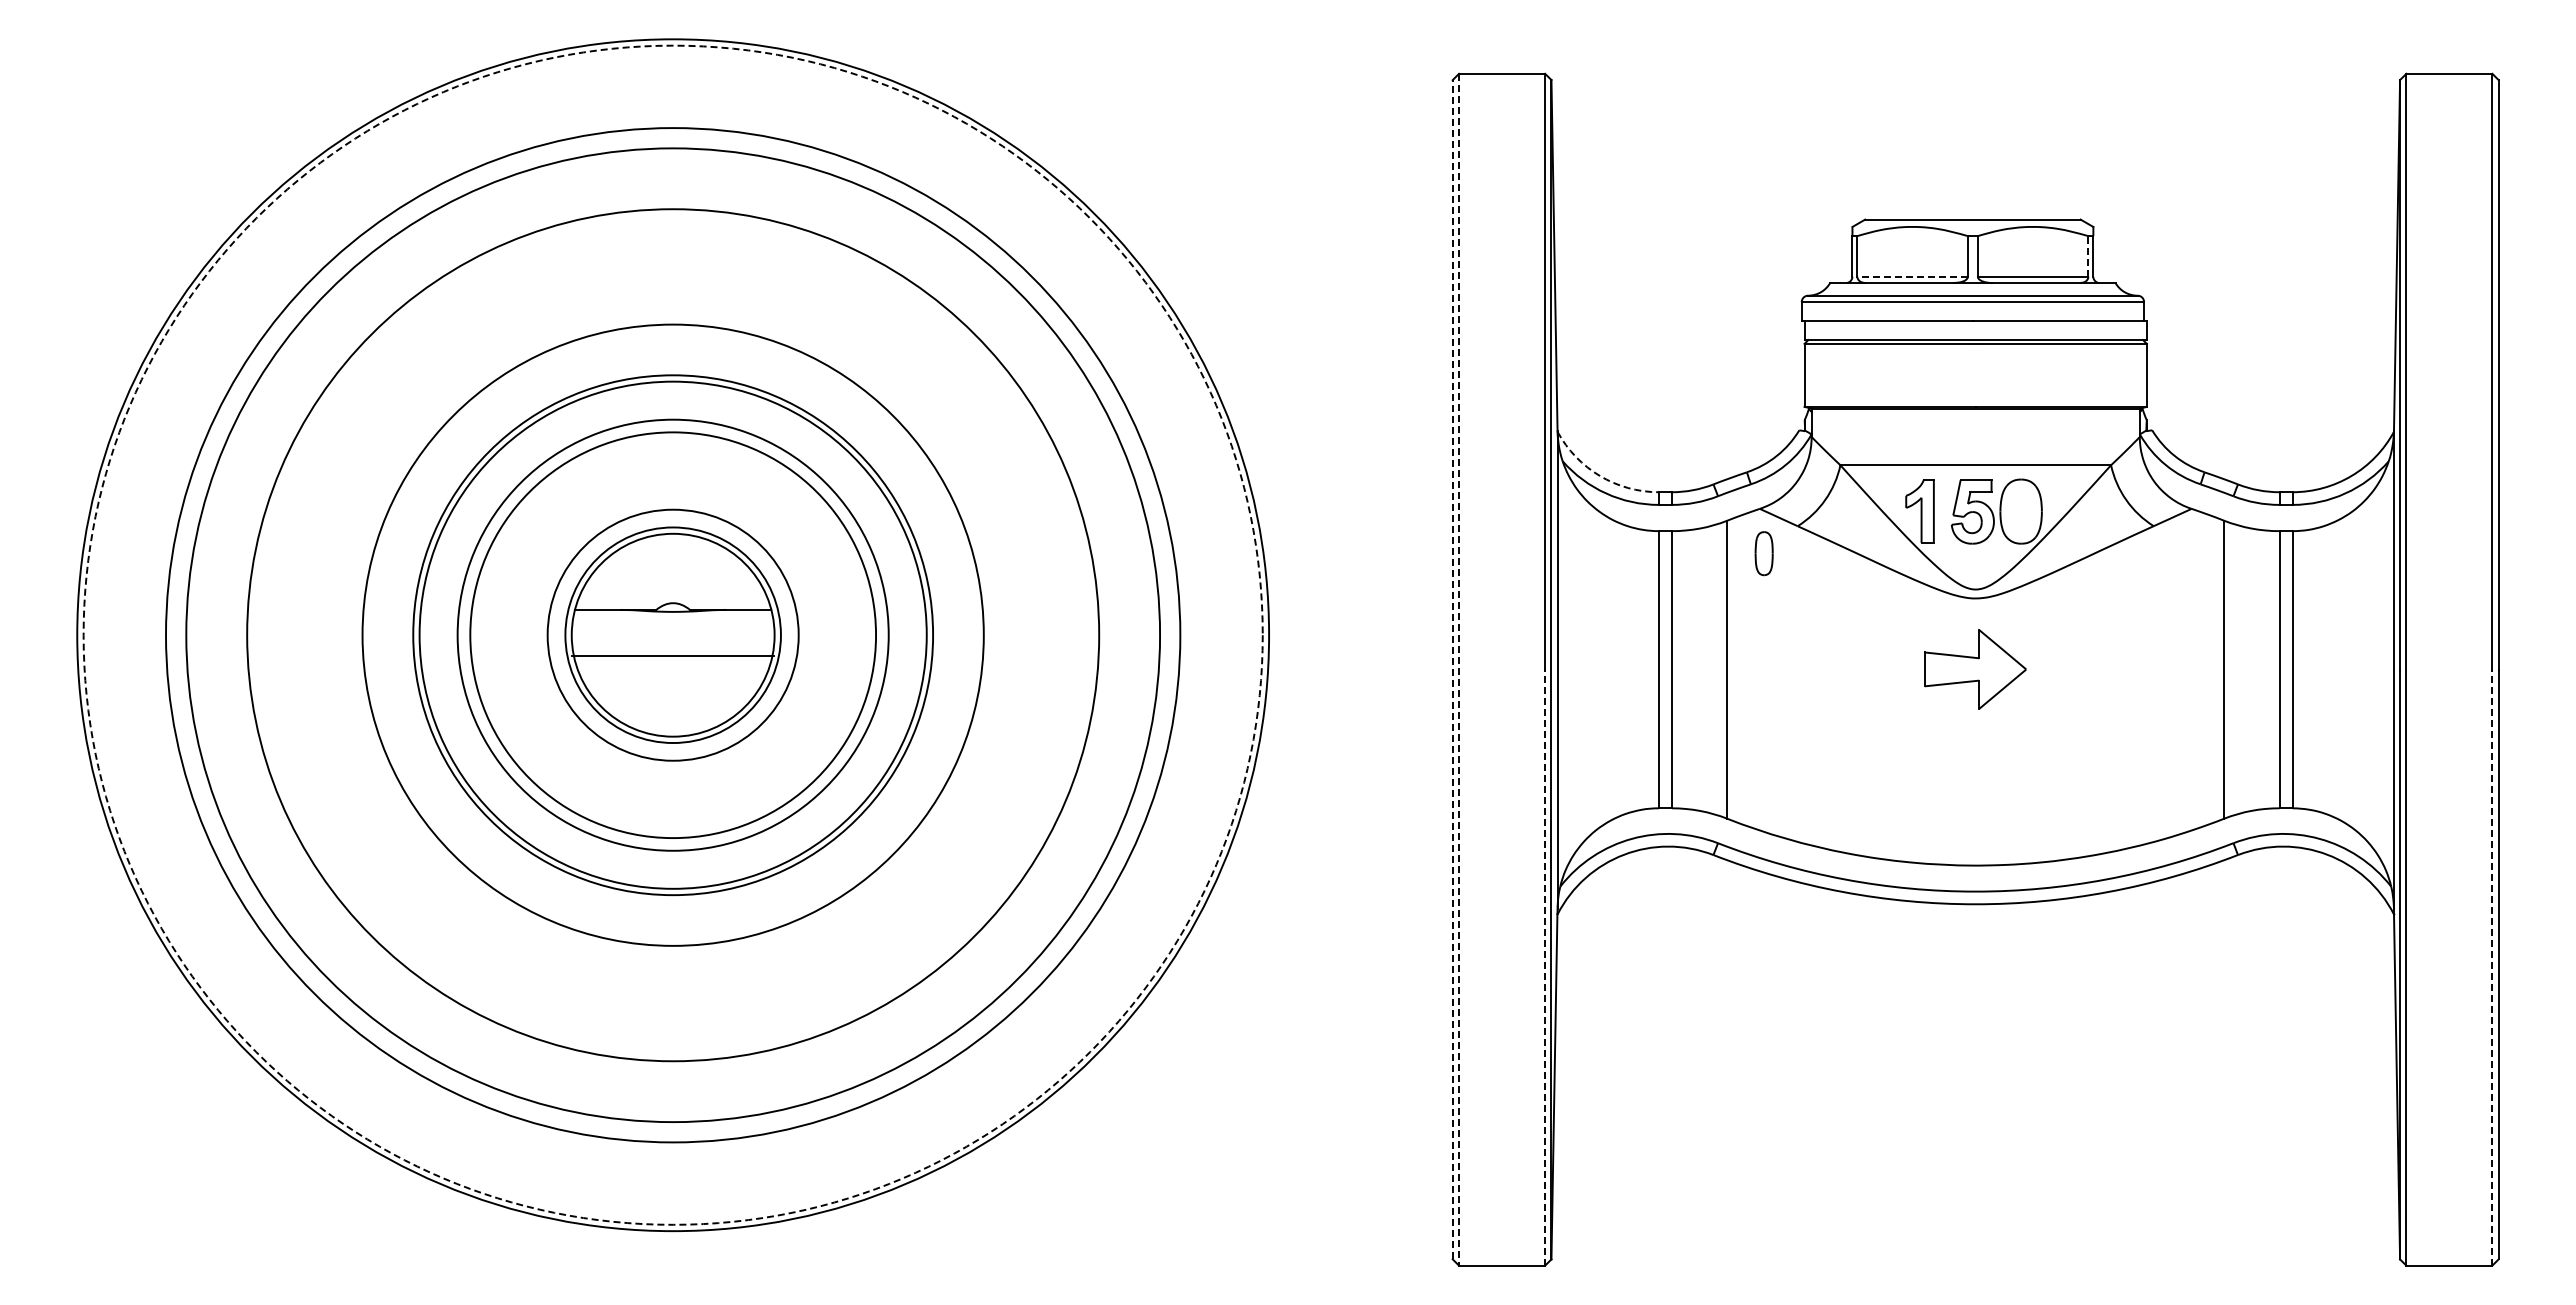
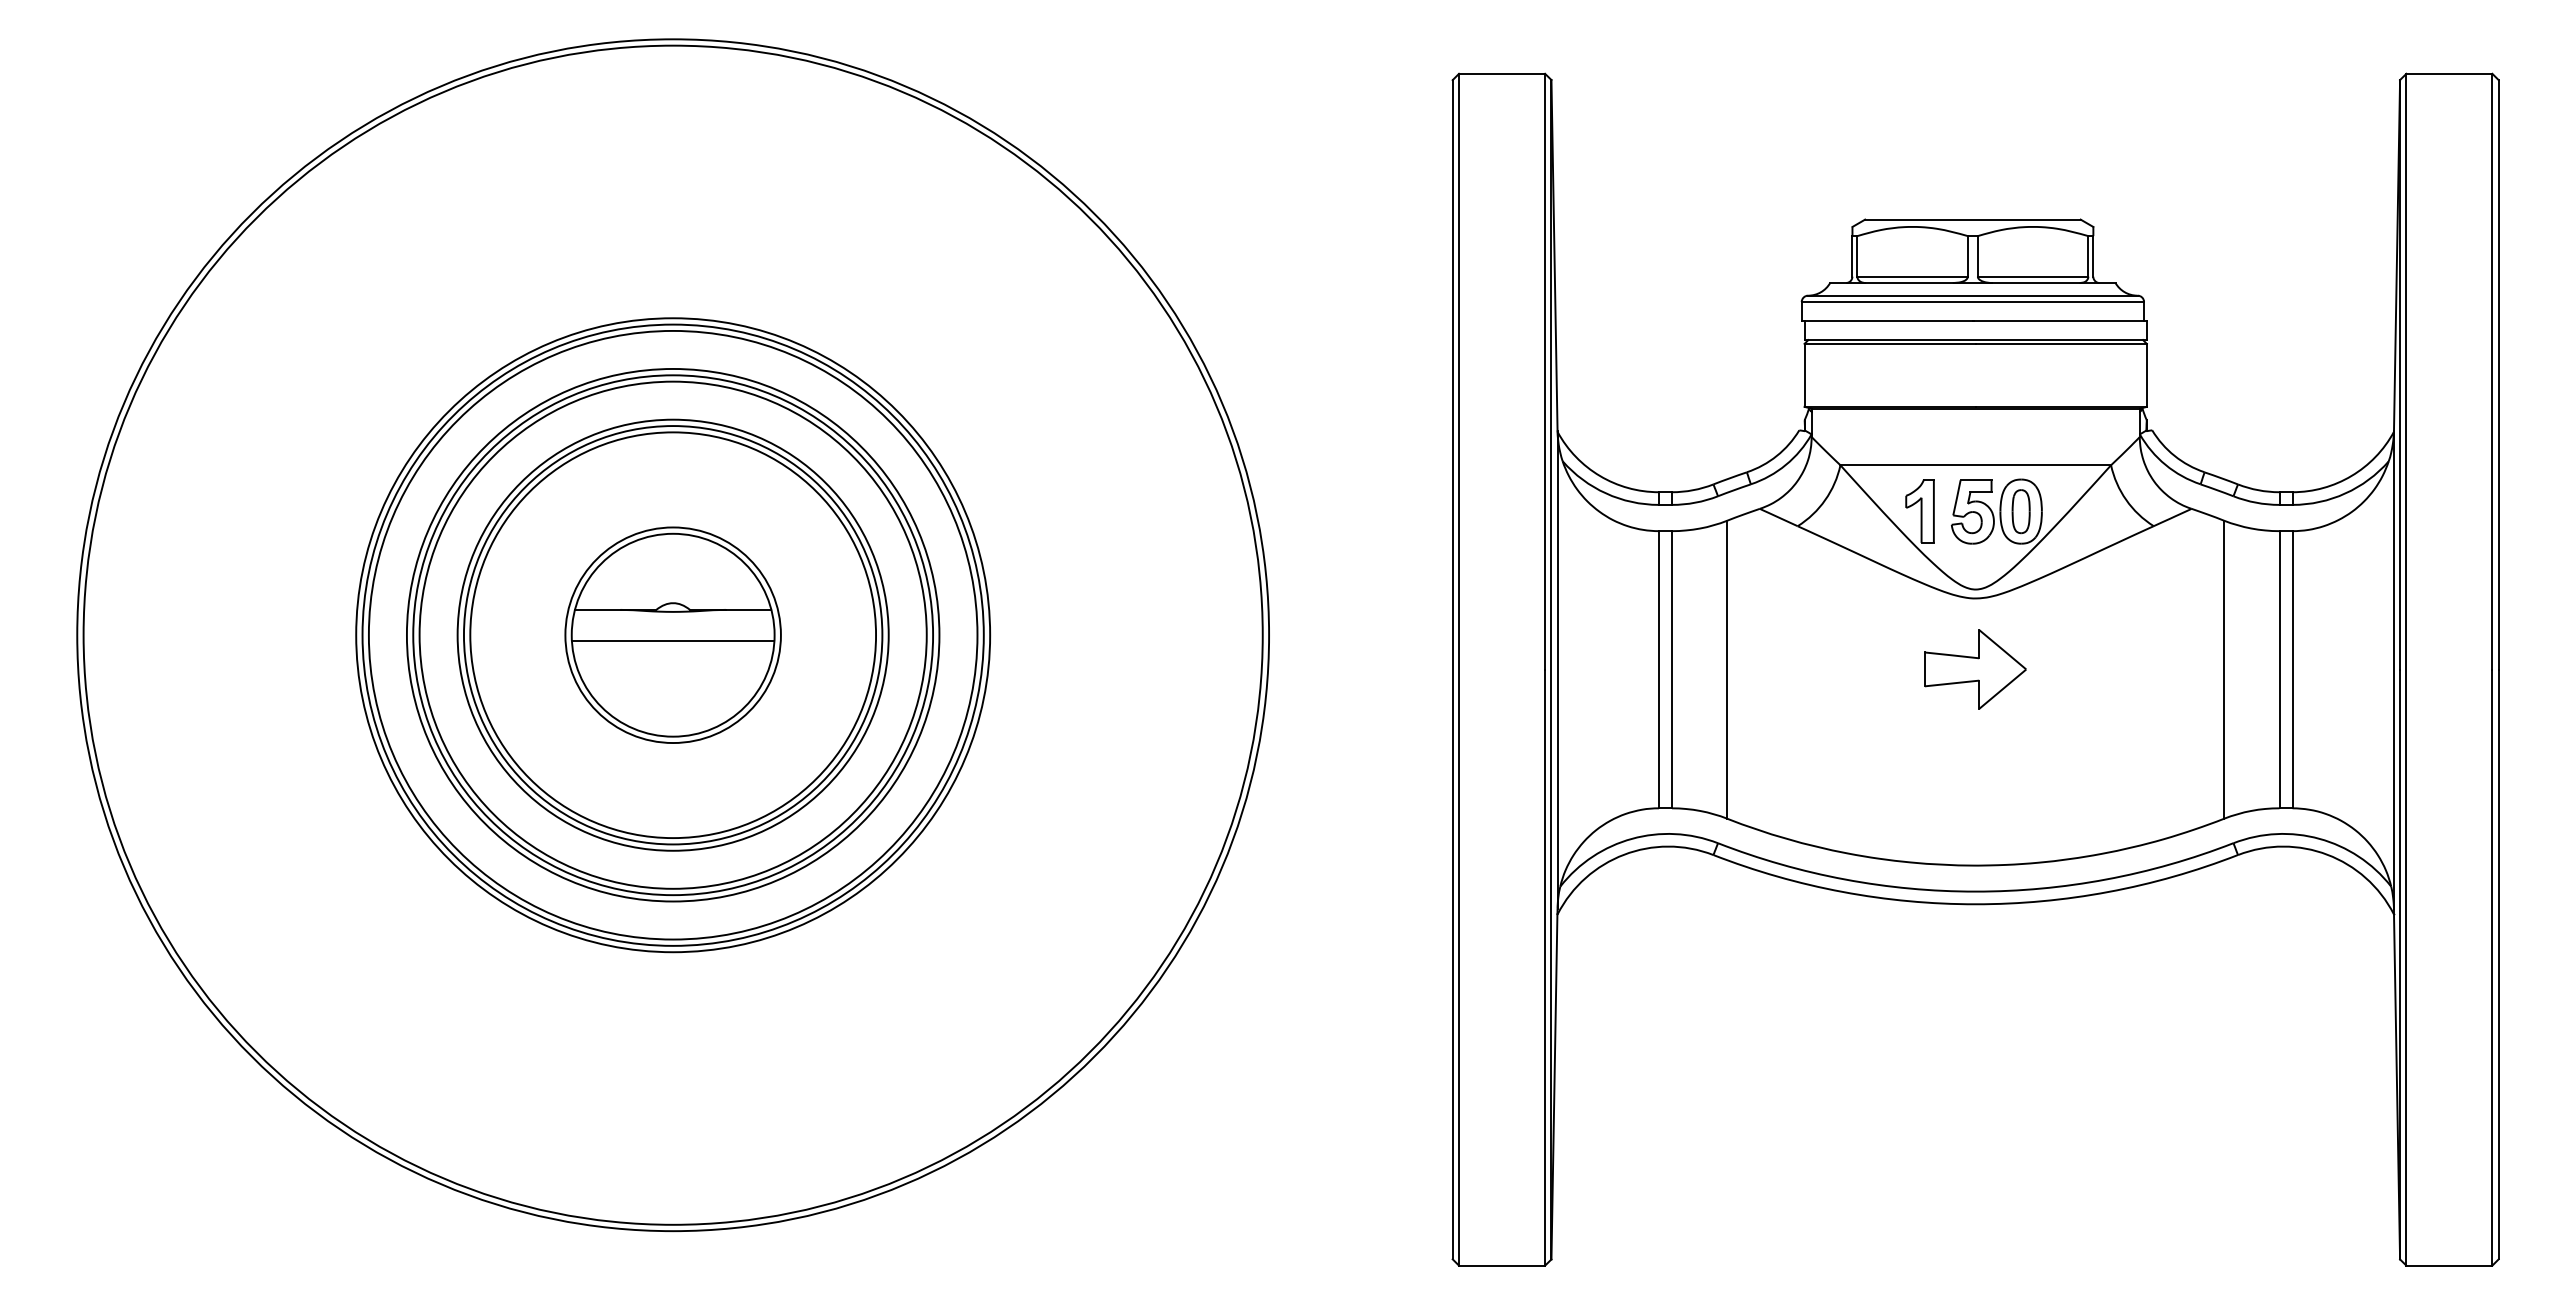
line at (2088, 255): dashed -> solid
line at (1912, 276): dashed -> solid
arc at (1599, 476): dashed -> solid
part at (1763, 553) position: (1763, 553) -> (2020, 511)
circle at (672, 634) diameter: 251 px -> 418 px
circle at (672, 634): dashed -> solid
circle at (673, 635) diameter: 1014 px -> 634 px
circle at (673, 635) diameter: 852 px -> 533 px
circle at (673, 635) diameter: 974 px -> 609 px
line at (672, 656) position: (672, 656) -> (672, 641)
line at (1452, 669): dashed -> solid
line at (1459, 669): dashed -> solid
line at (1545, 967): dashed -> solid
line at (2492, 967): dashed -> solid
